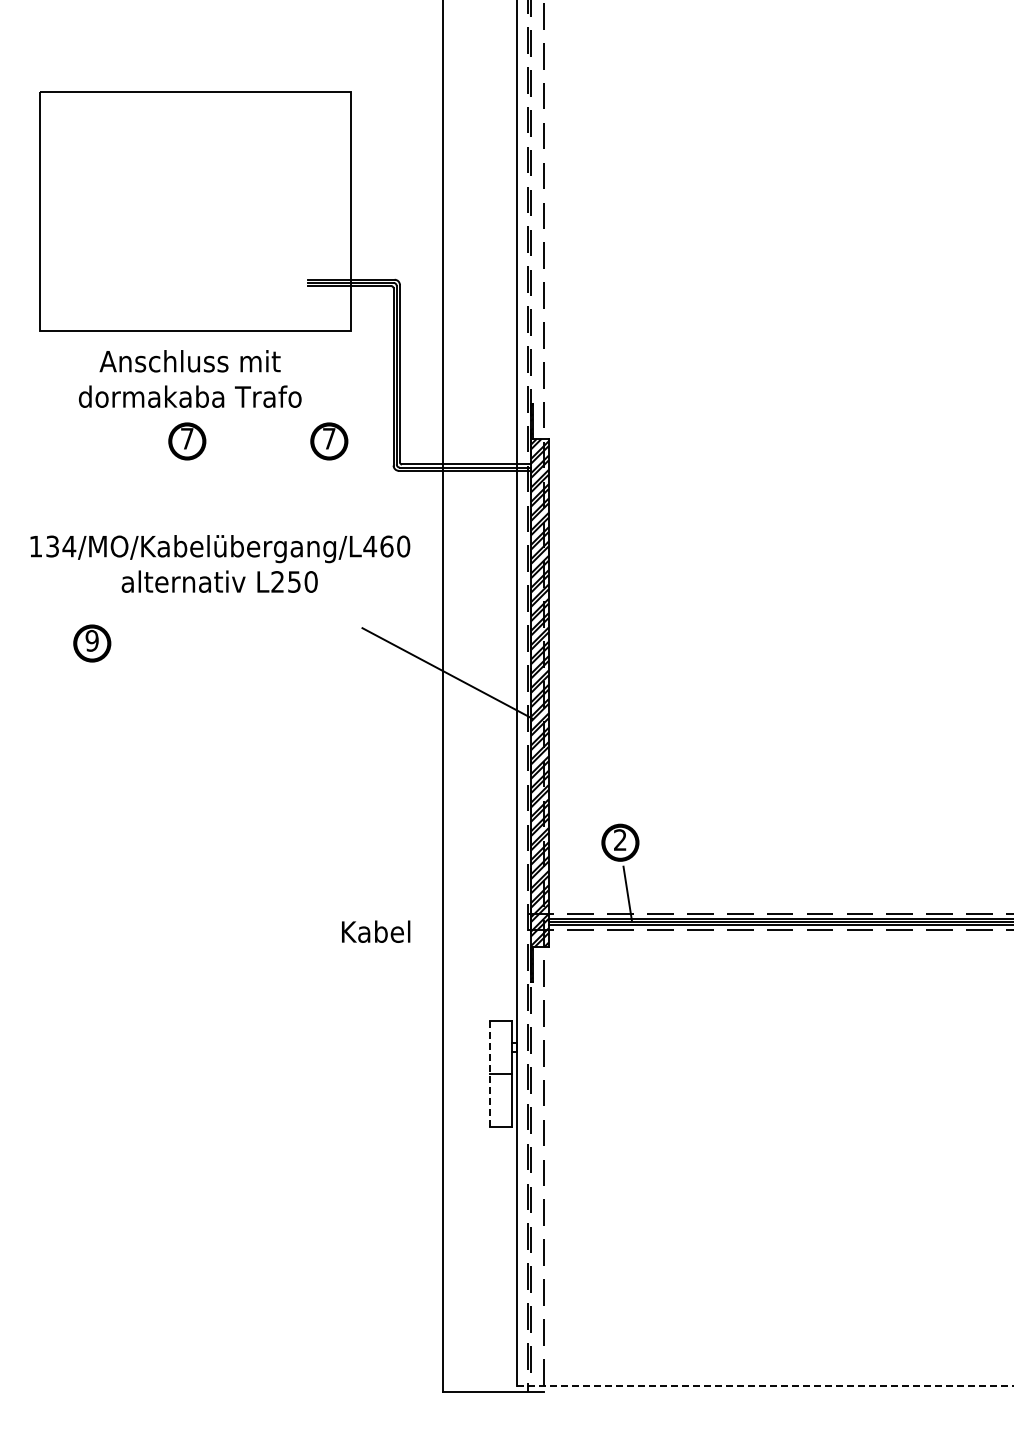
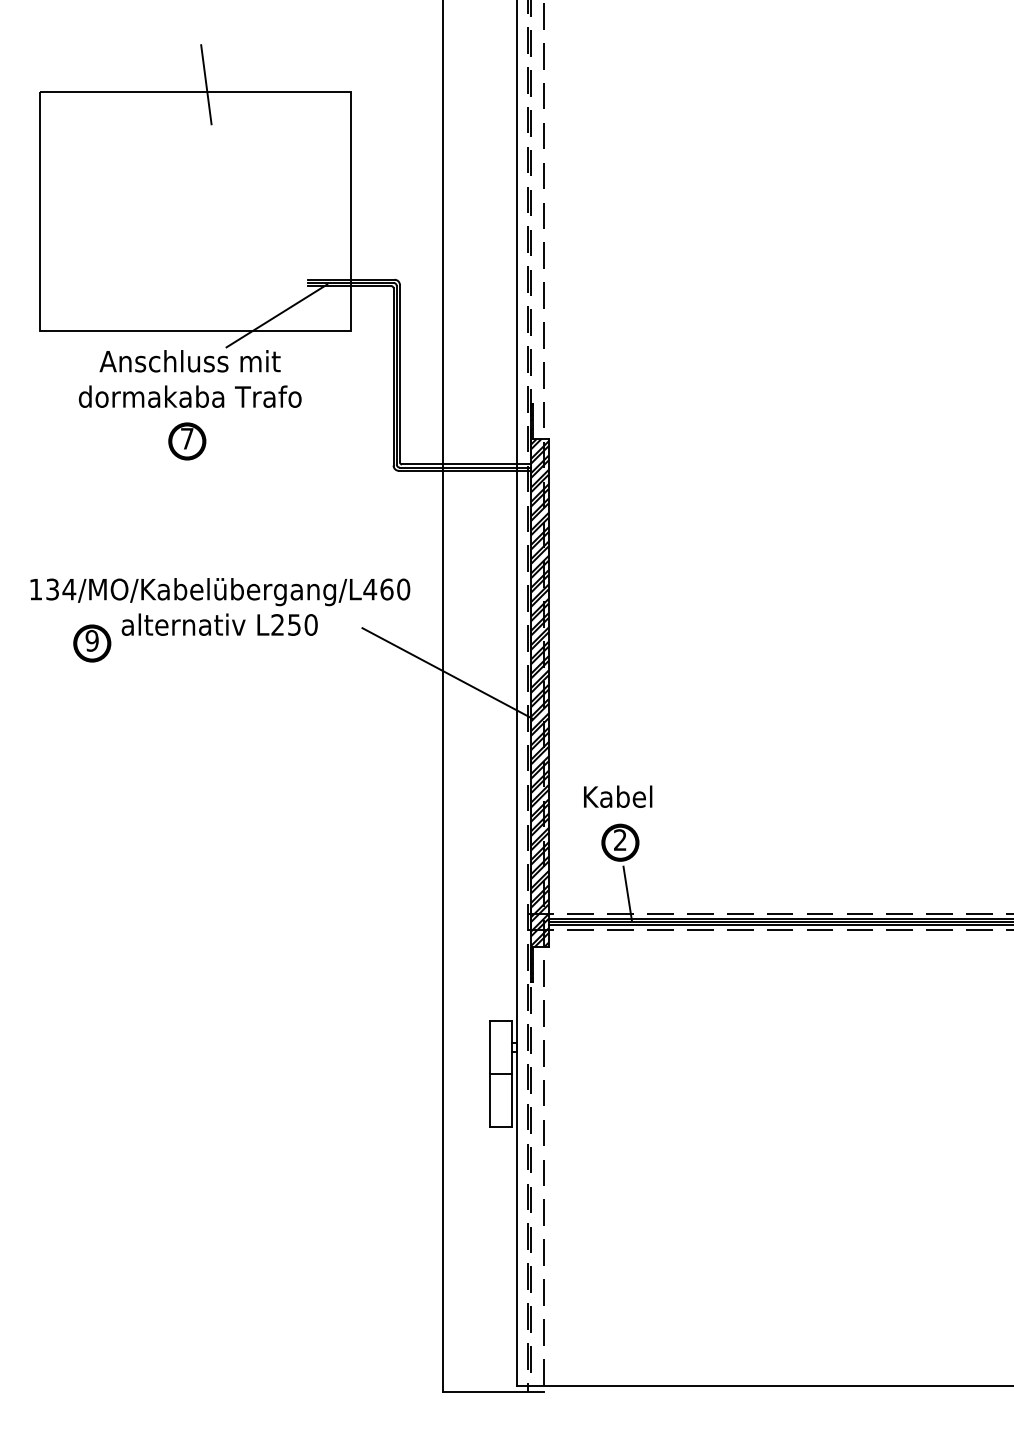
line at (206, 84): none -> present
line at (276, 315): none -> present
part at (329, 441): present -> none
text at (220, 563) position: (220, 563) -> (220, 606)
text at (376, 931) position: (376, 931) -> (618, 796)
line at (490, 1074): dashed -> solid
line at (765, 1385): dashed -> solid
